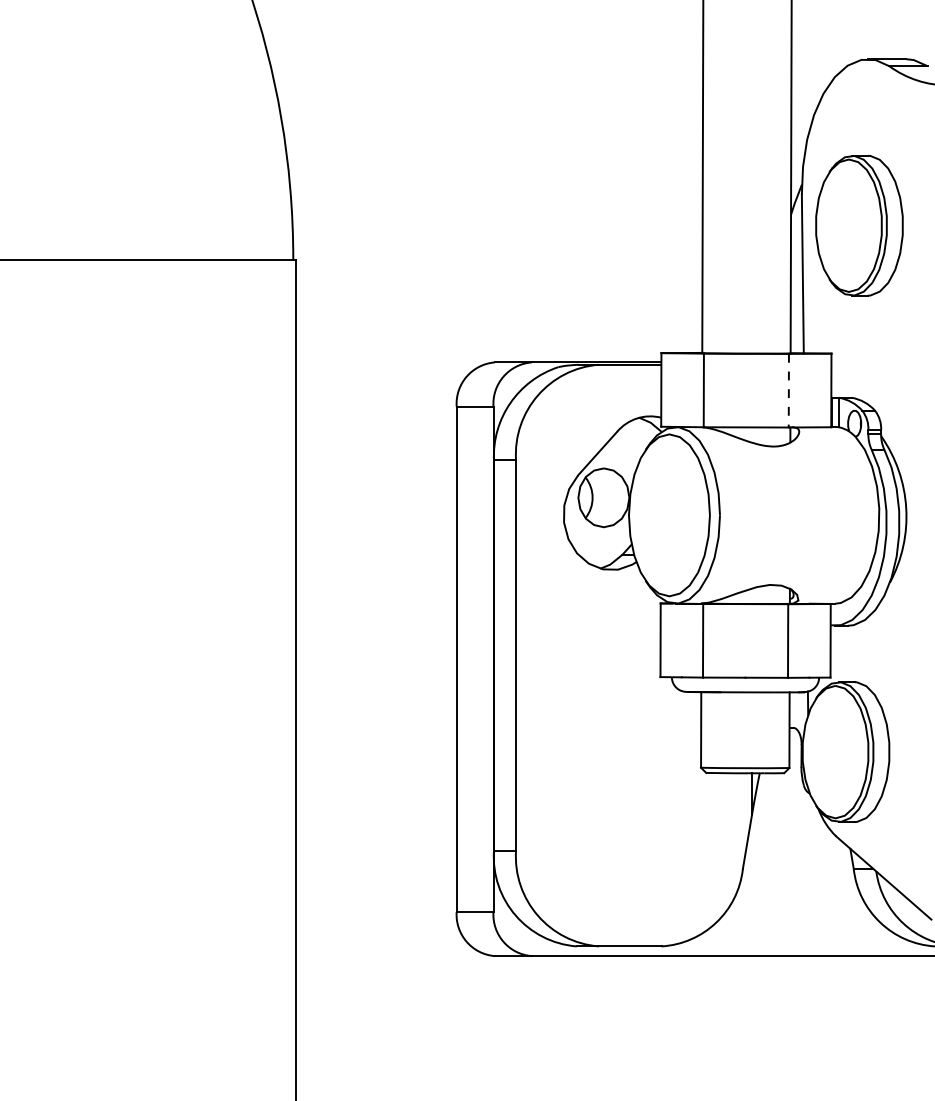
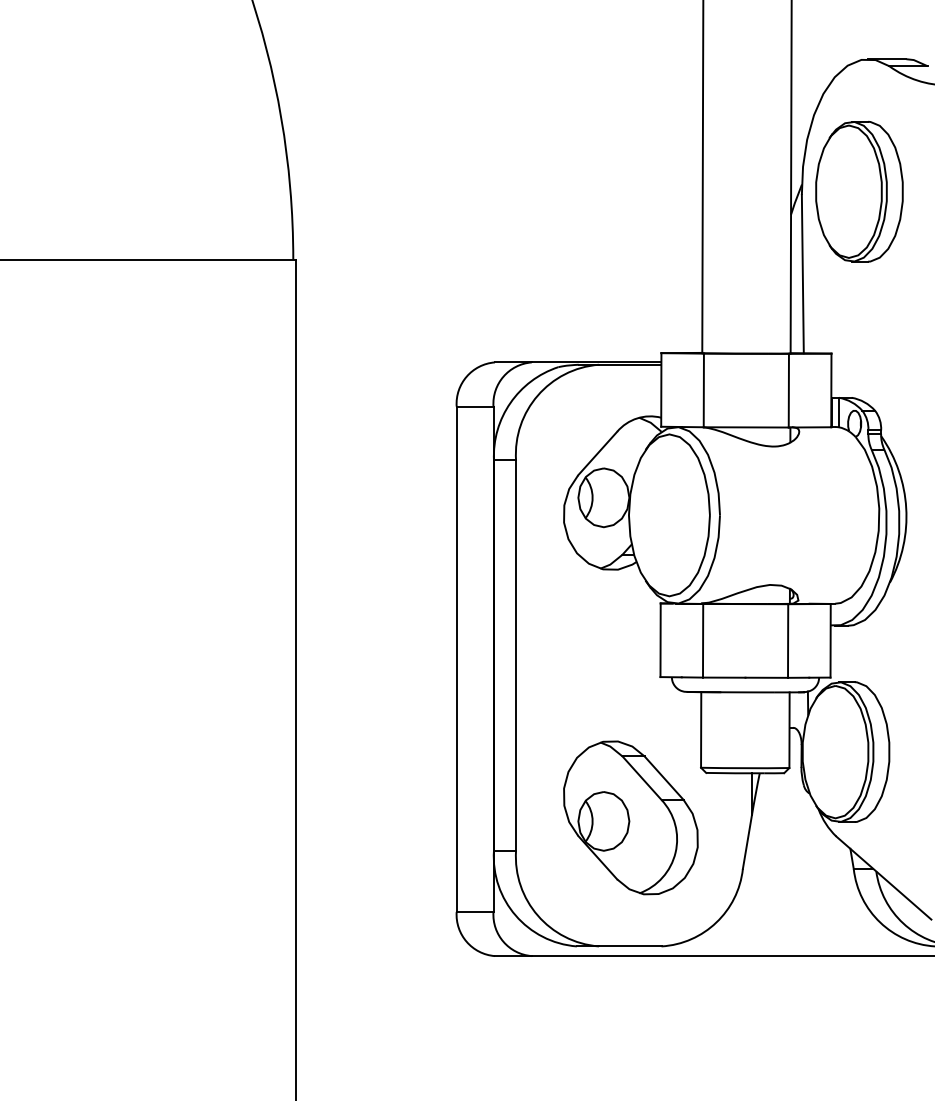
part at (859, 225) position: (859, 225) -> (859, 191)
line at (788, 390): dashed -> solid
part at (630, 817): none -> present
